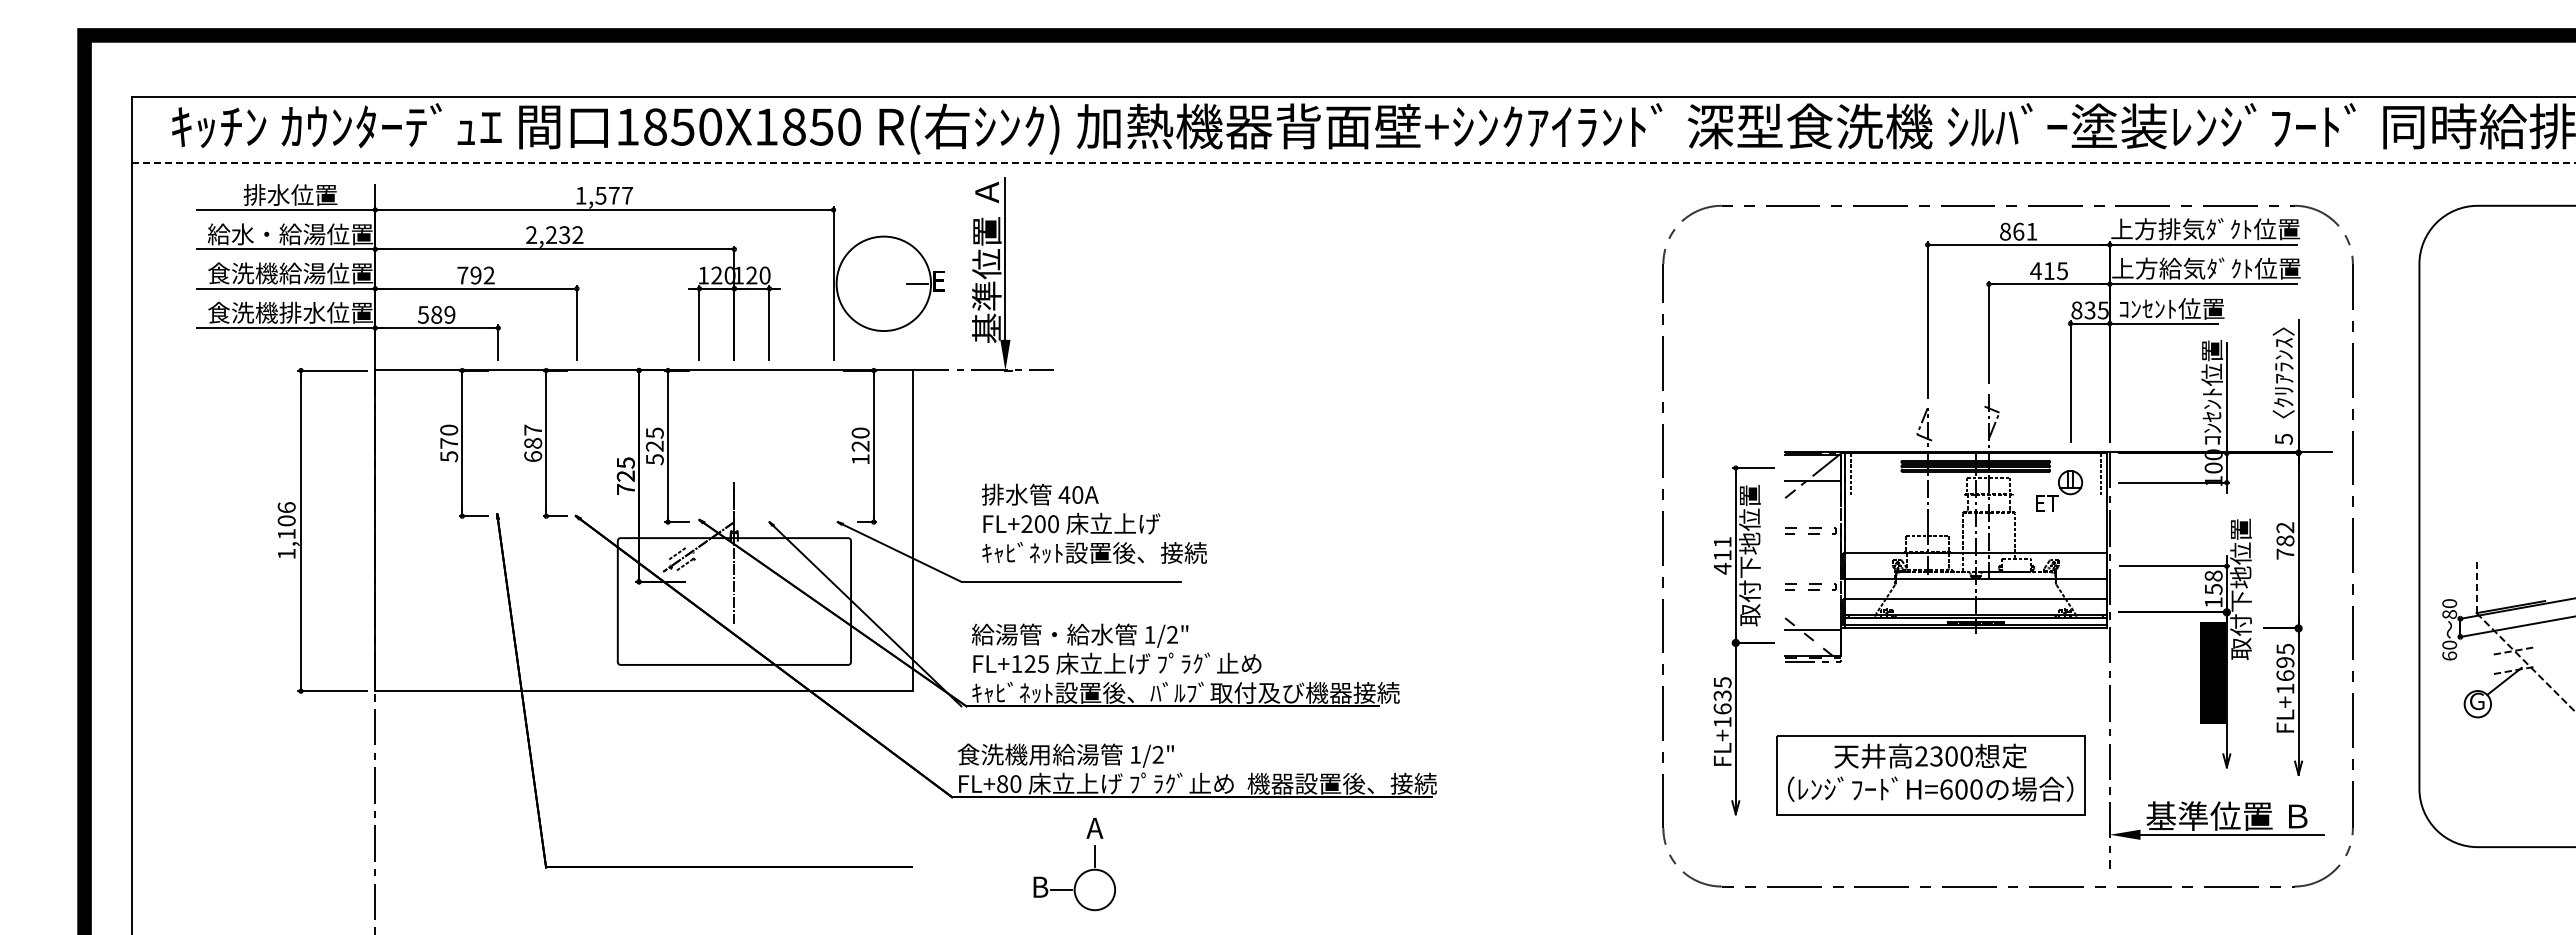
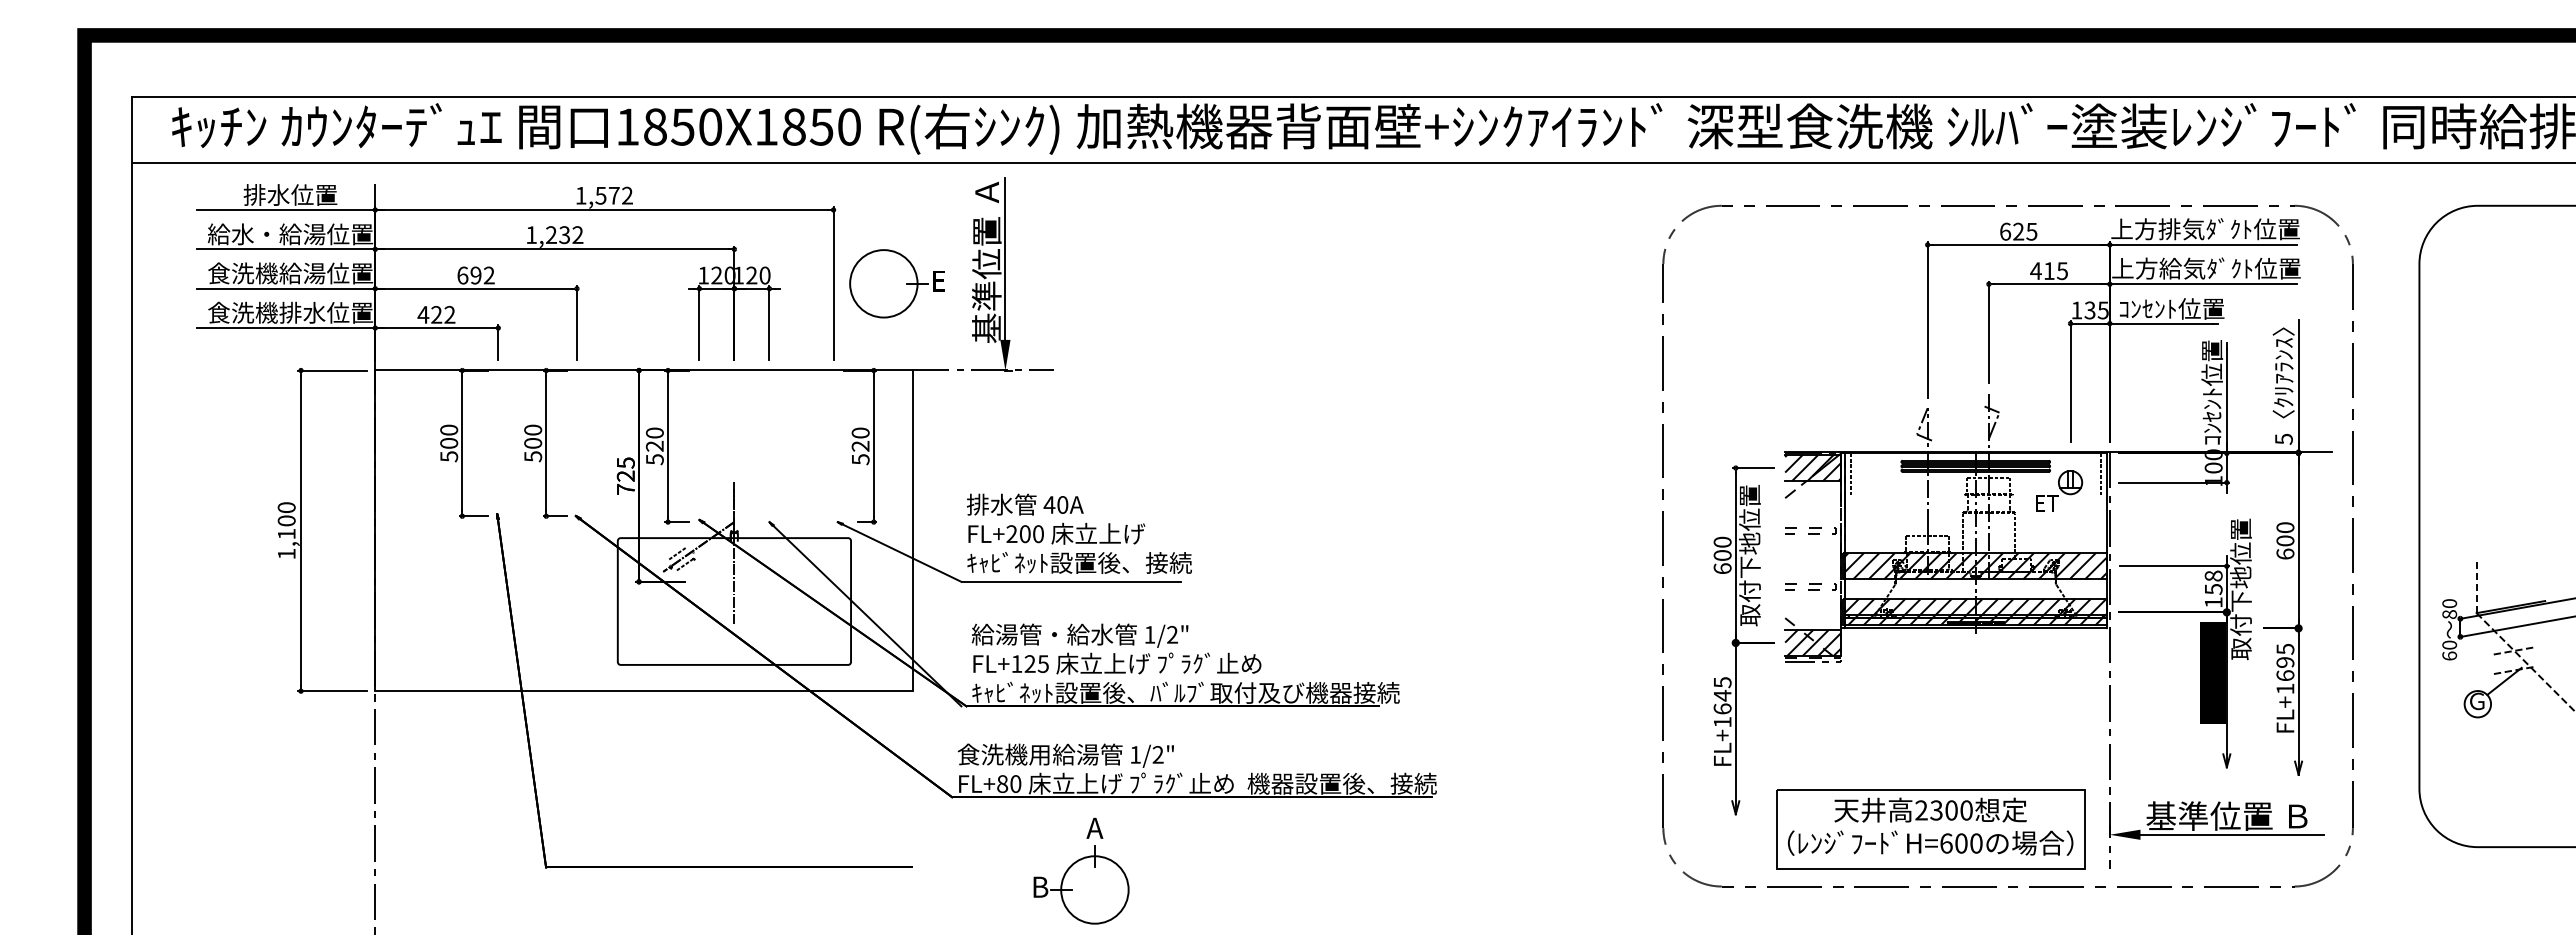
line at (1353, 162): dashed -> solid
text at (627, 195): 1,577 -> 1,572
text at (2018, 231): 861 -> 625
text at (531, 234): 2,232 -> 1,232
text at (462, 275): 792 -> 692
circle at (883, 283) diameter: 94 px -> 67 px
text at (2076, 310): 835 -> 135
text at (436, 314): 589 -> 422
text at (654, 432): 525 -> 520
text at (449, 443): 570 -> 500
text at (533, 443): 687 -> 500
text at (860, 459): 120 -> 520
hatch at (1813, 467): none -> present
text at (286, 507): 1,106 -> 1,100
text at (1093, 523) position: (1093, 523) -> (1078, 533)
text at (2285, 540): 782 -> 600
text at (1722, 555): 411 -> 600
hatch at (1974, 566): none -> present
hatch at (1974, 612): none -> present
hatch at (1813, 642): none -> present
text at (1722, 695): FL+1635 -> FL+1645
part at (1930, 775) position: (1930, 775) -> (1930, 829)
circle at (1094, 889) diameter: 40 px -> 67 px
